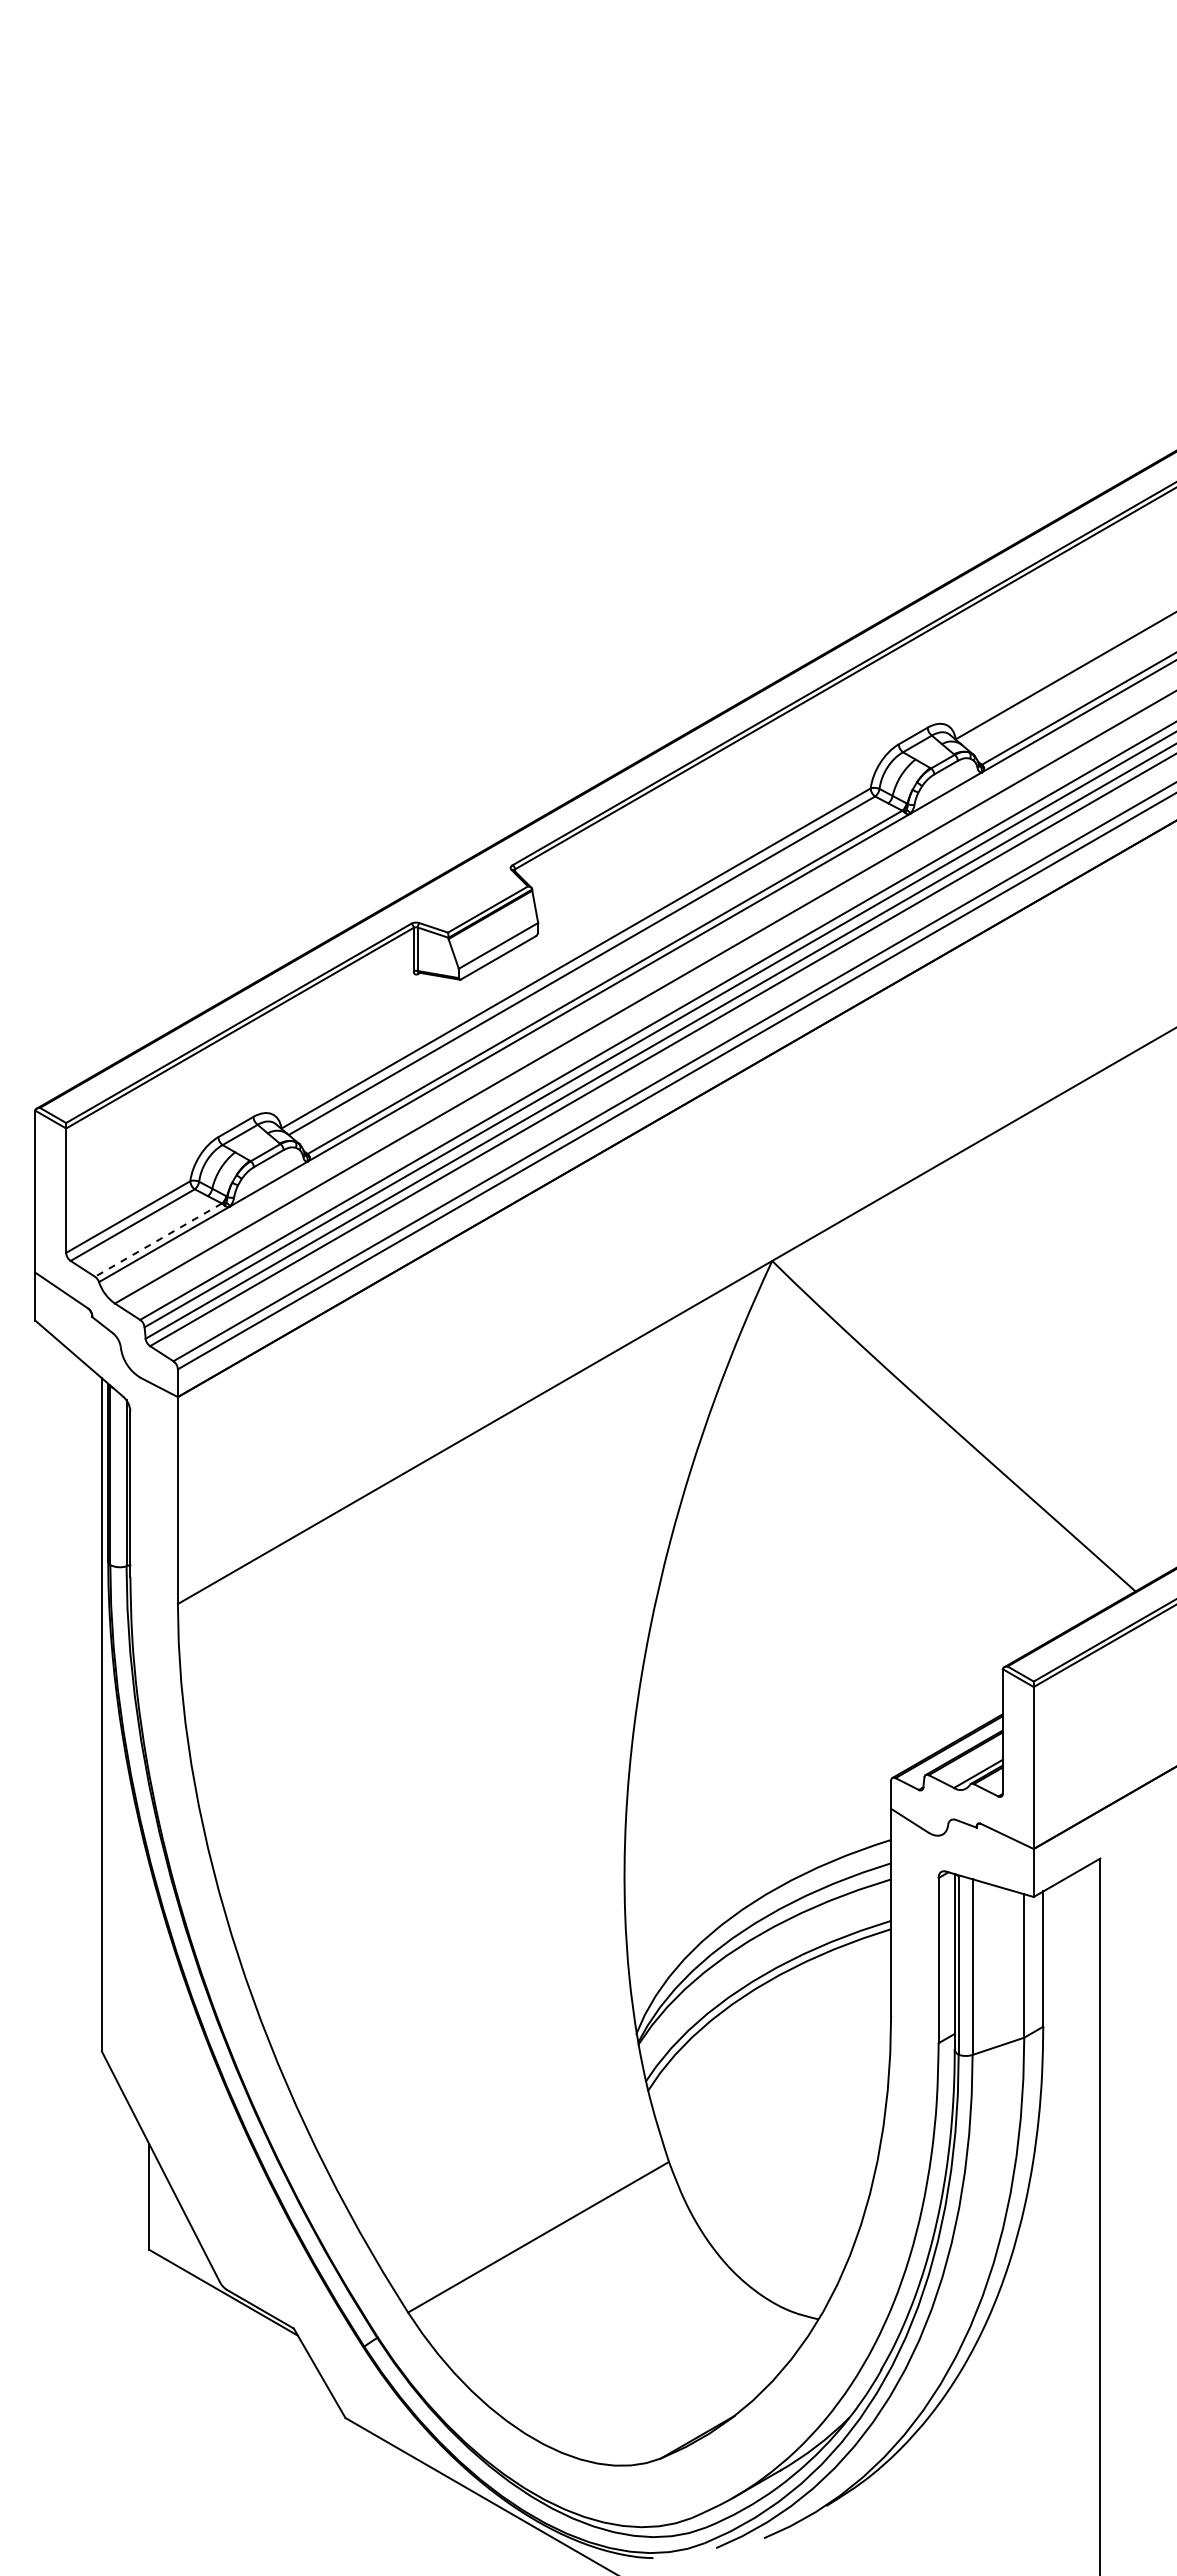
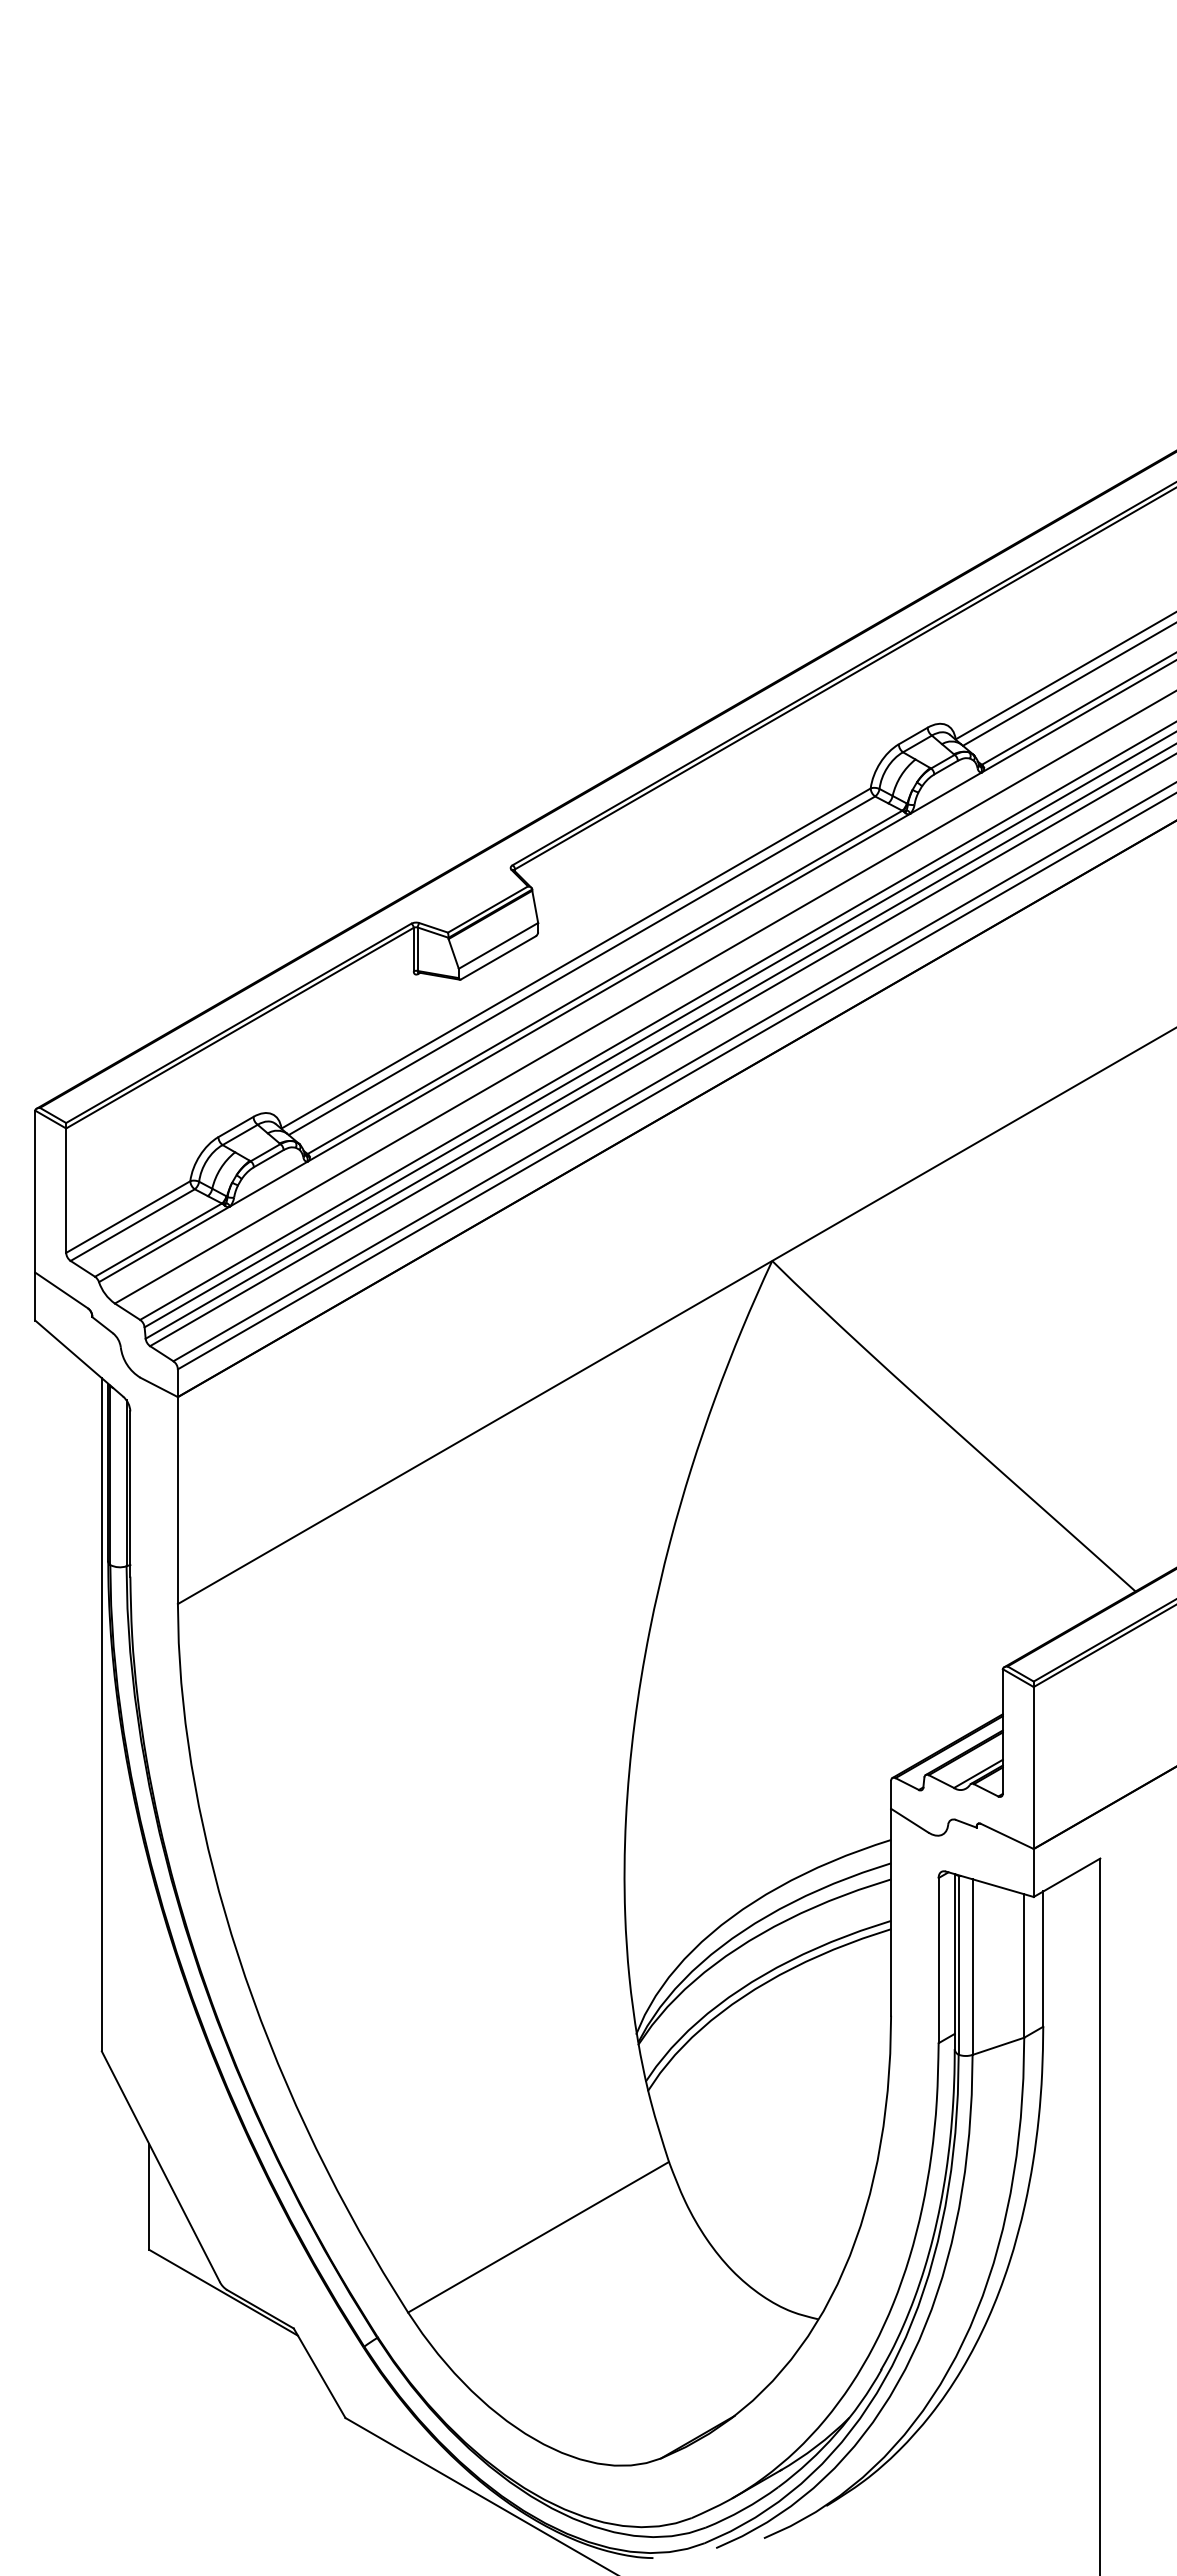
line at (1067, 684): none -> present
line at (158, 1240): dashed -> solid
